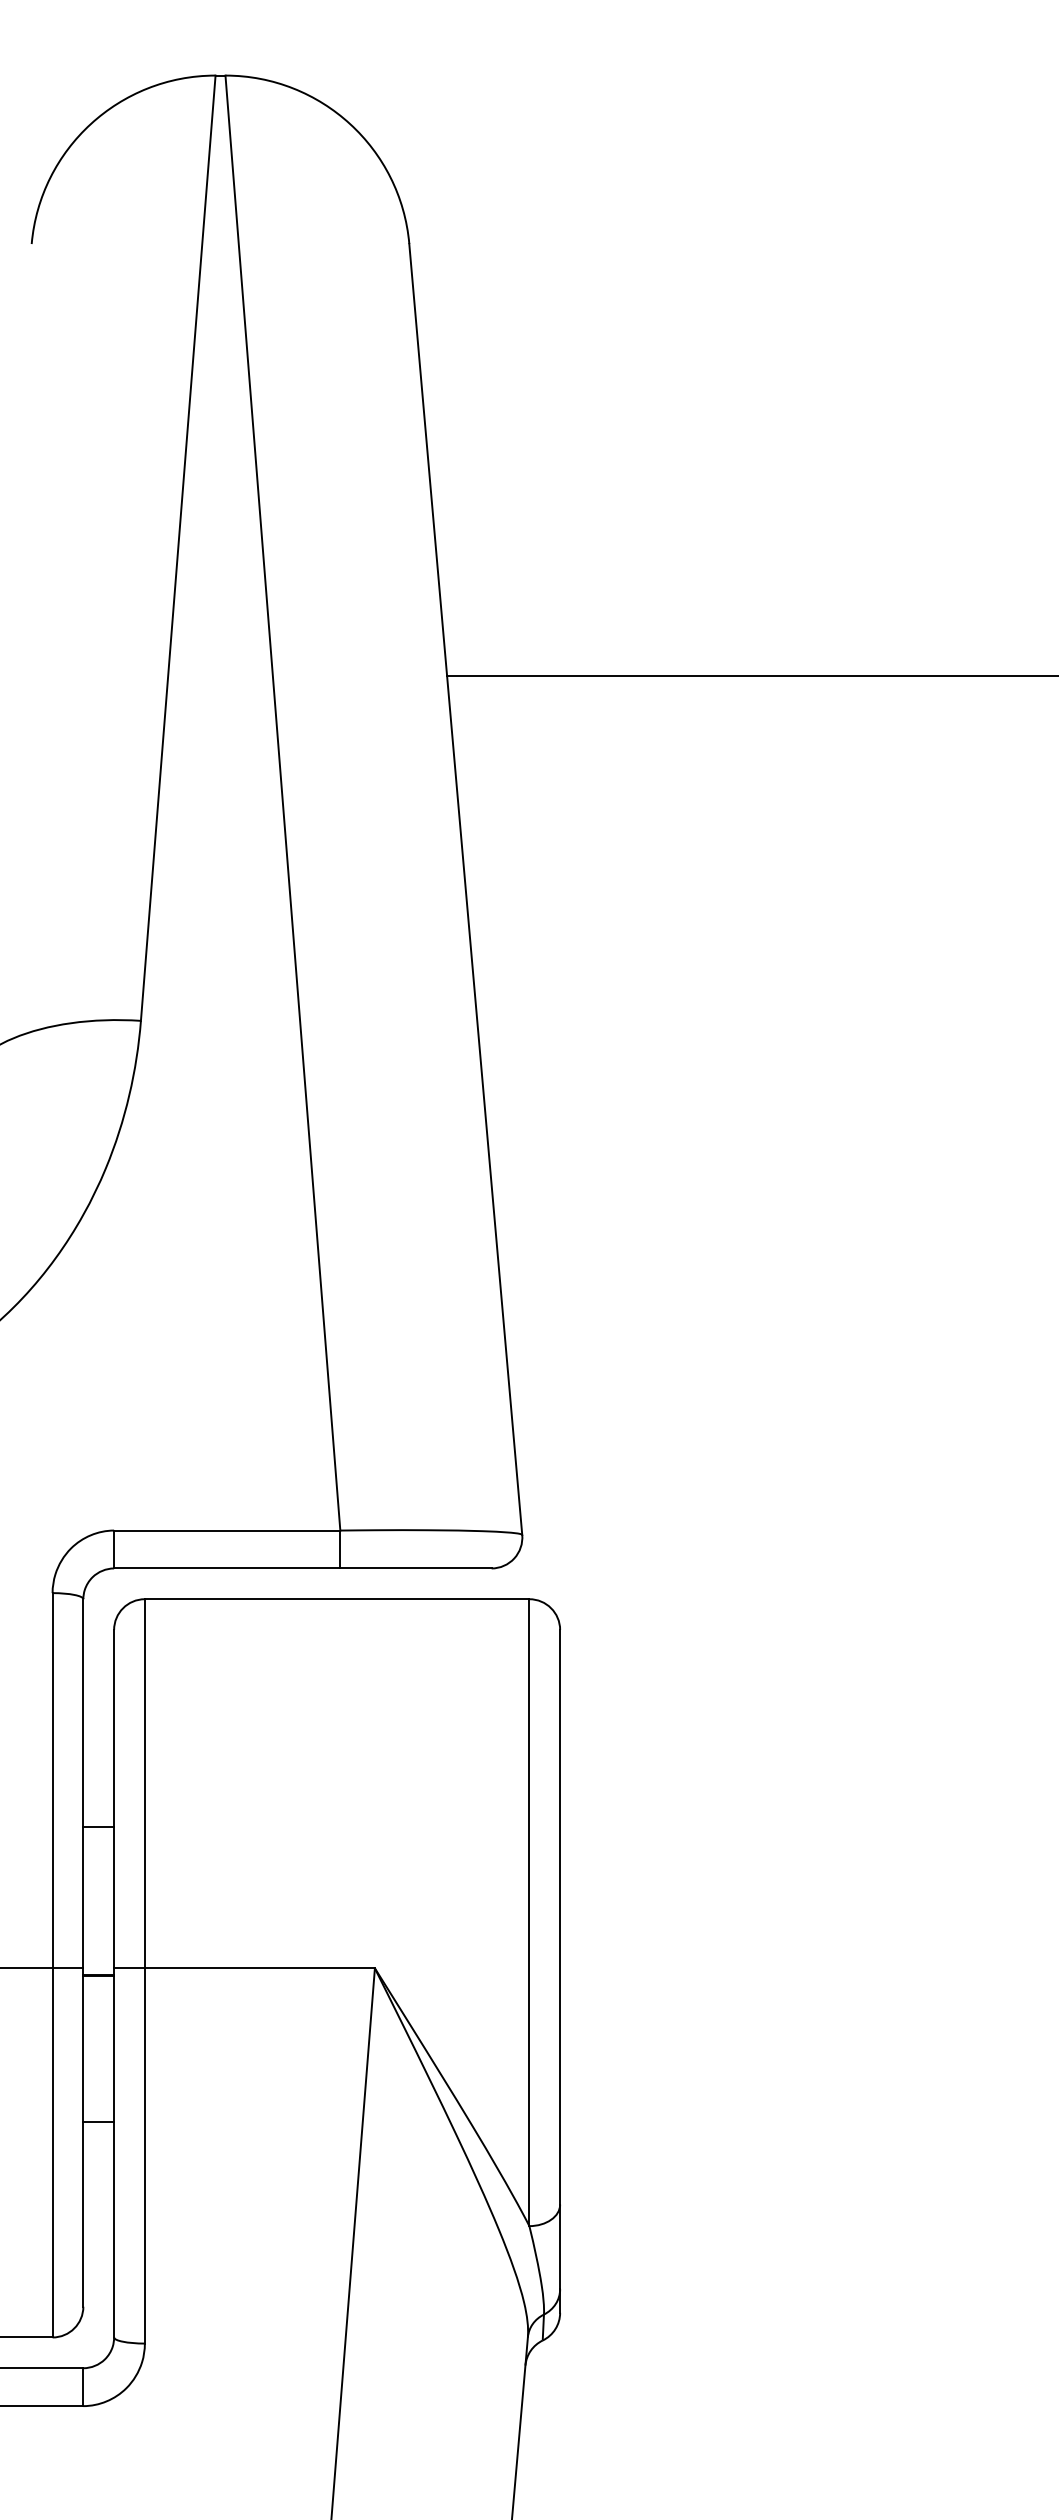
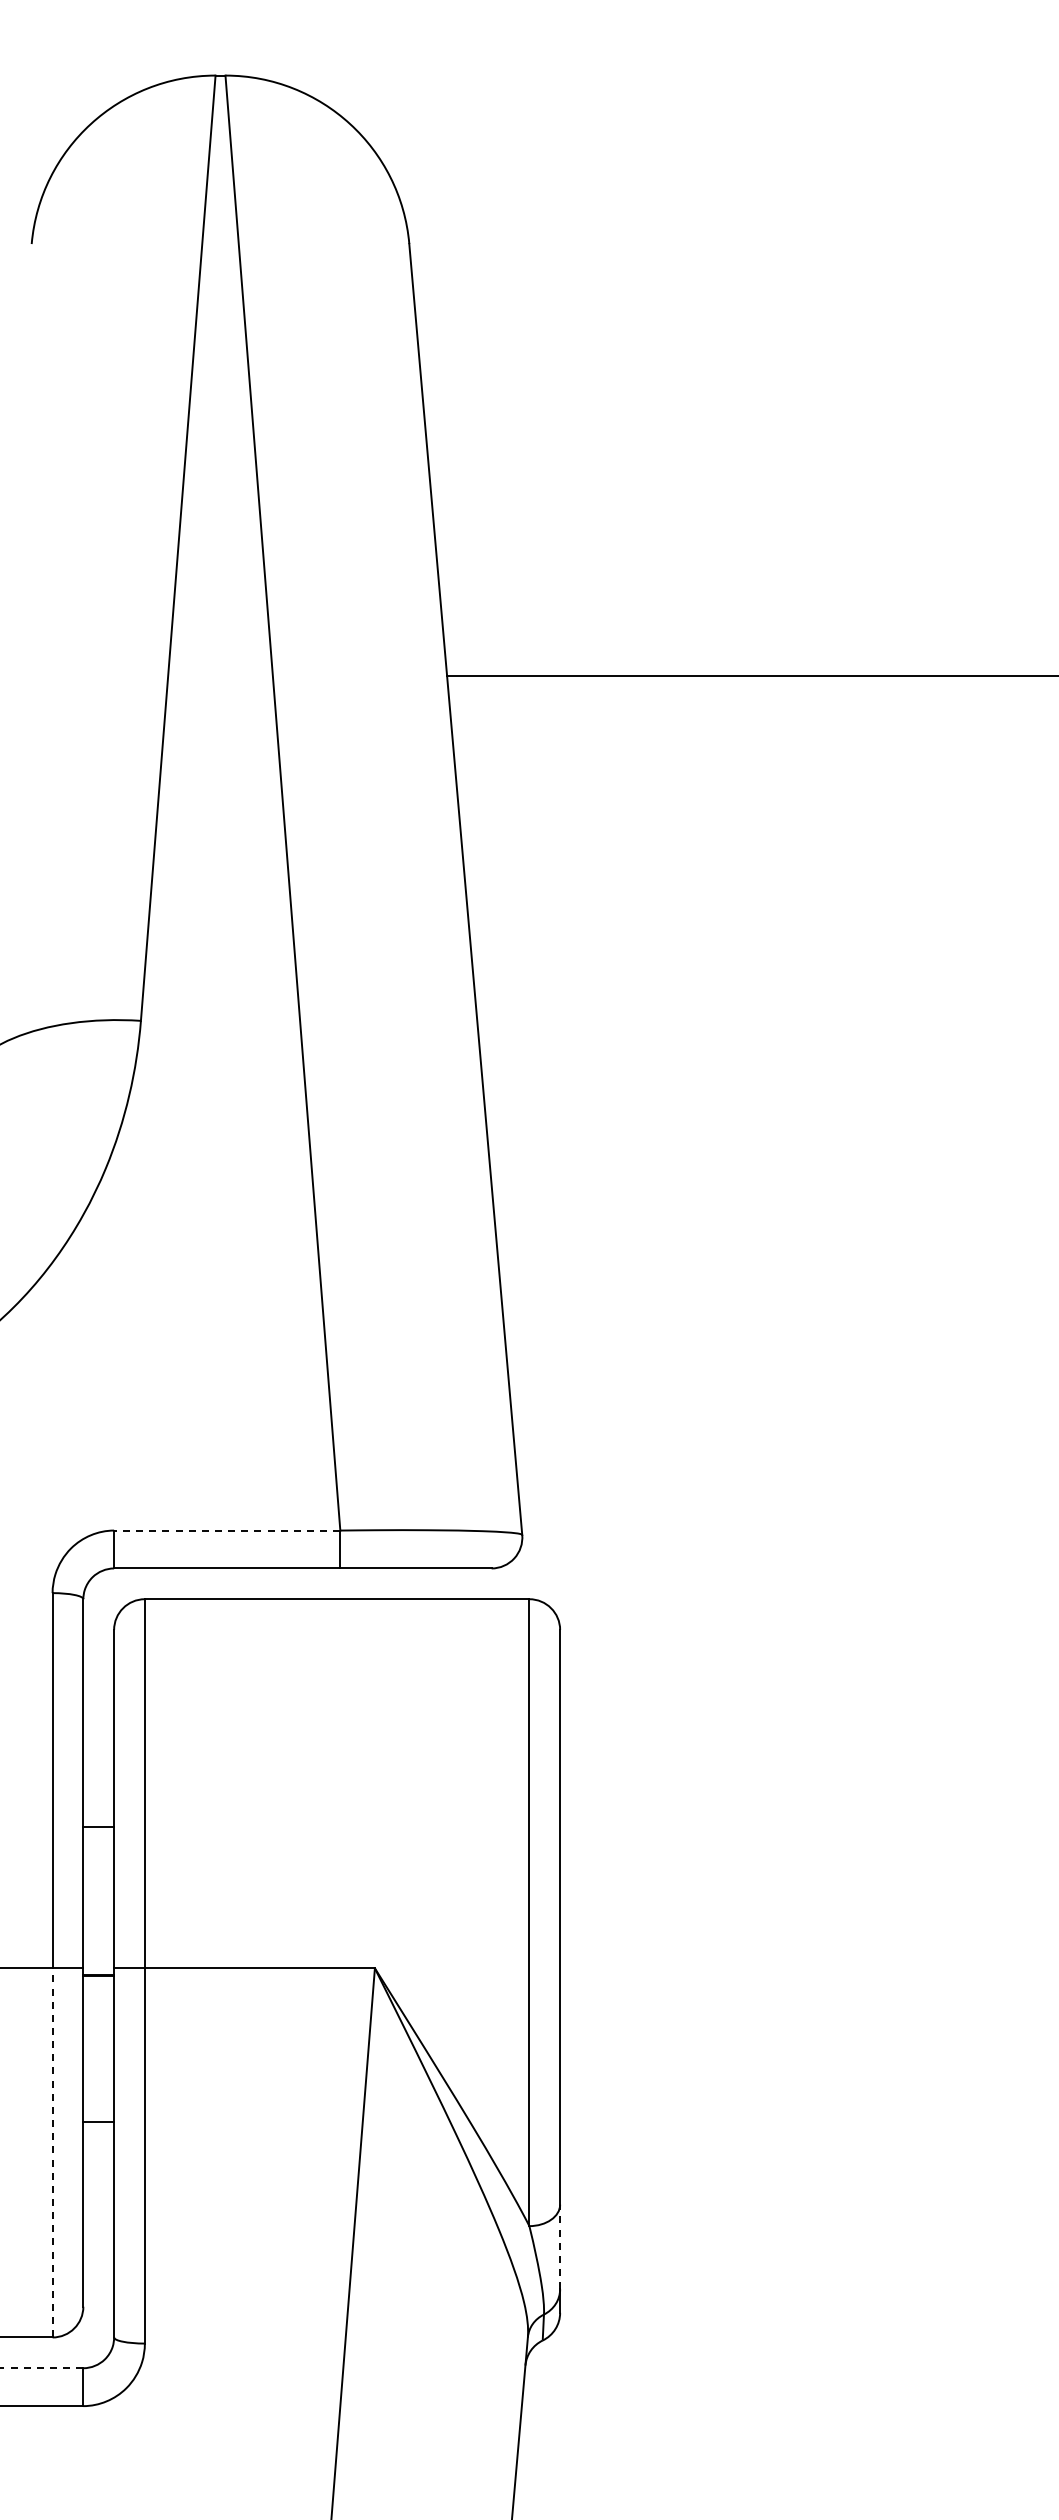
line at (226, 1530): solid -> dashed
line at (52, 2152): solid -> dashed
line at (560, 2246): solid -> dashed
line at (41, 2368): solid -> dashed
